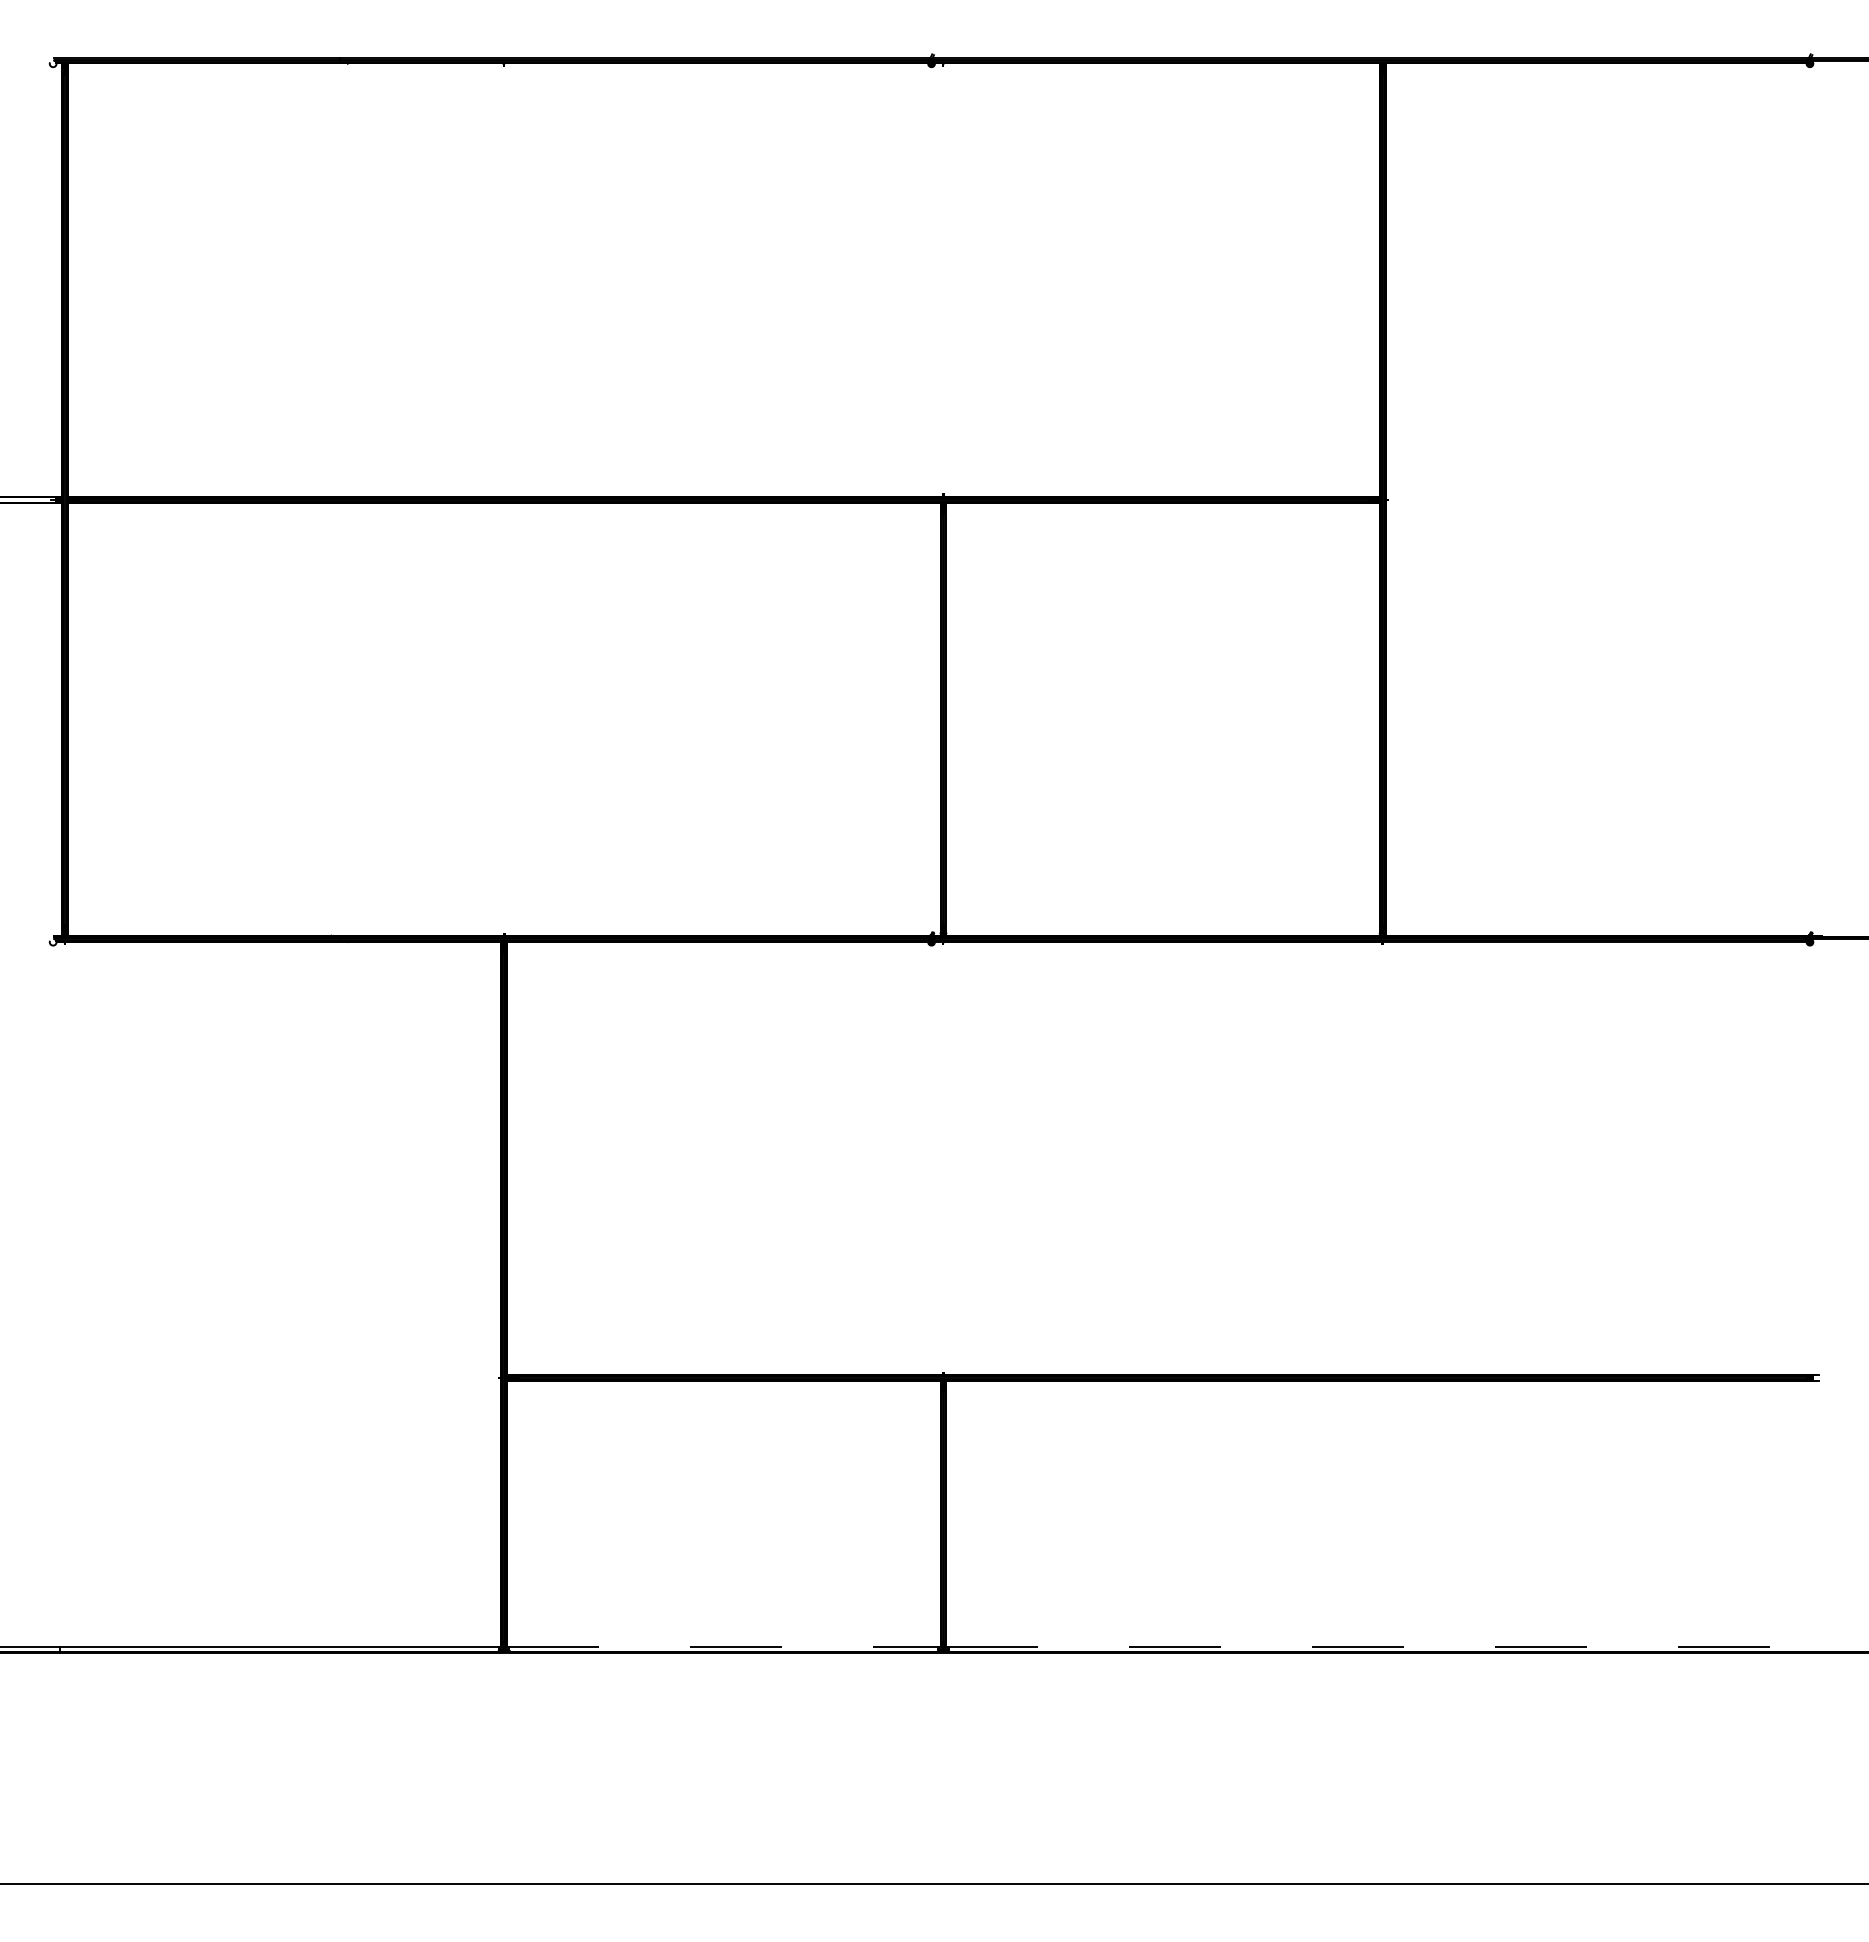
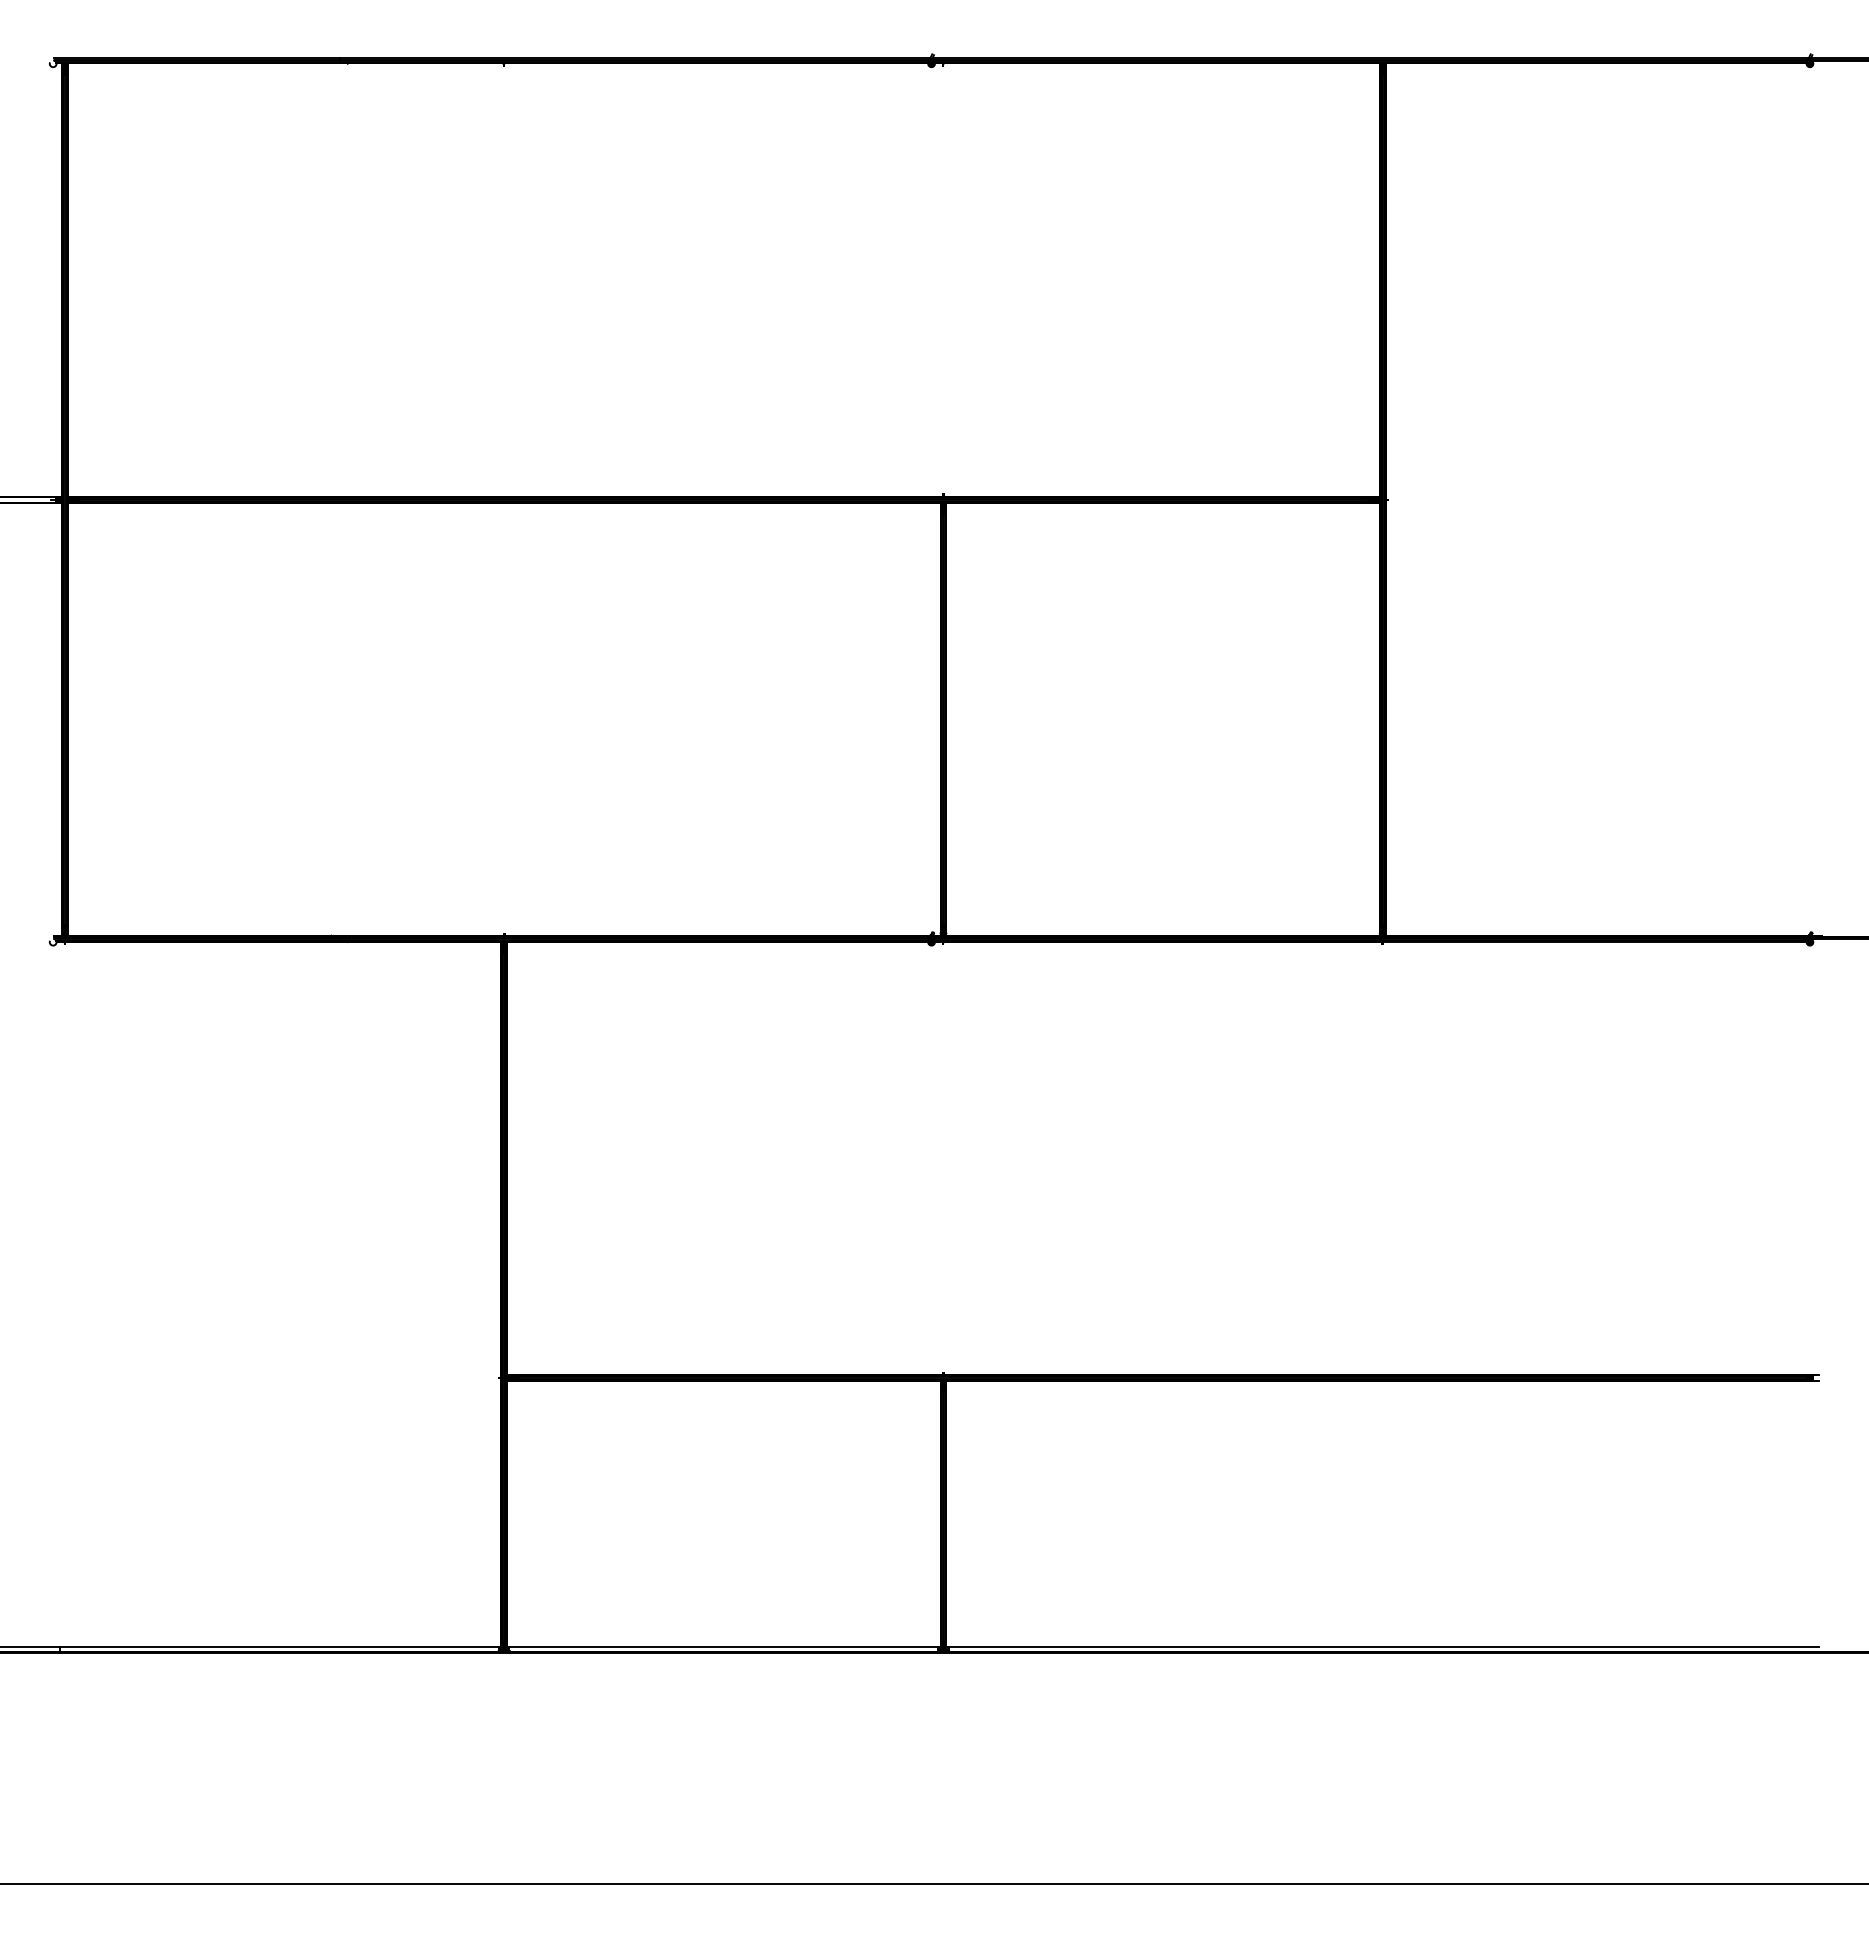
line at (723, 1647): dashed -> solid
line at (1383, 1647): dashed -> solid
